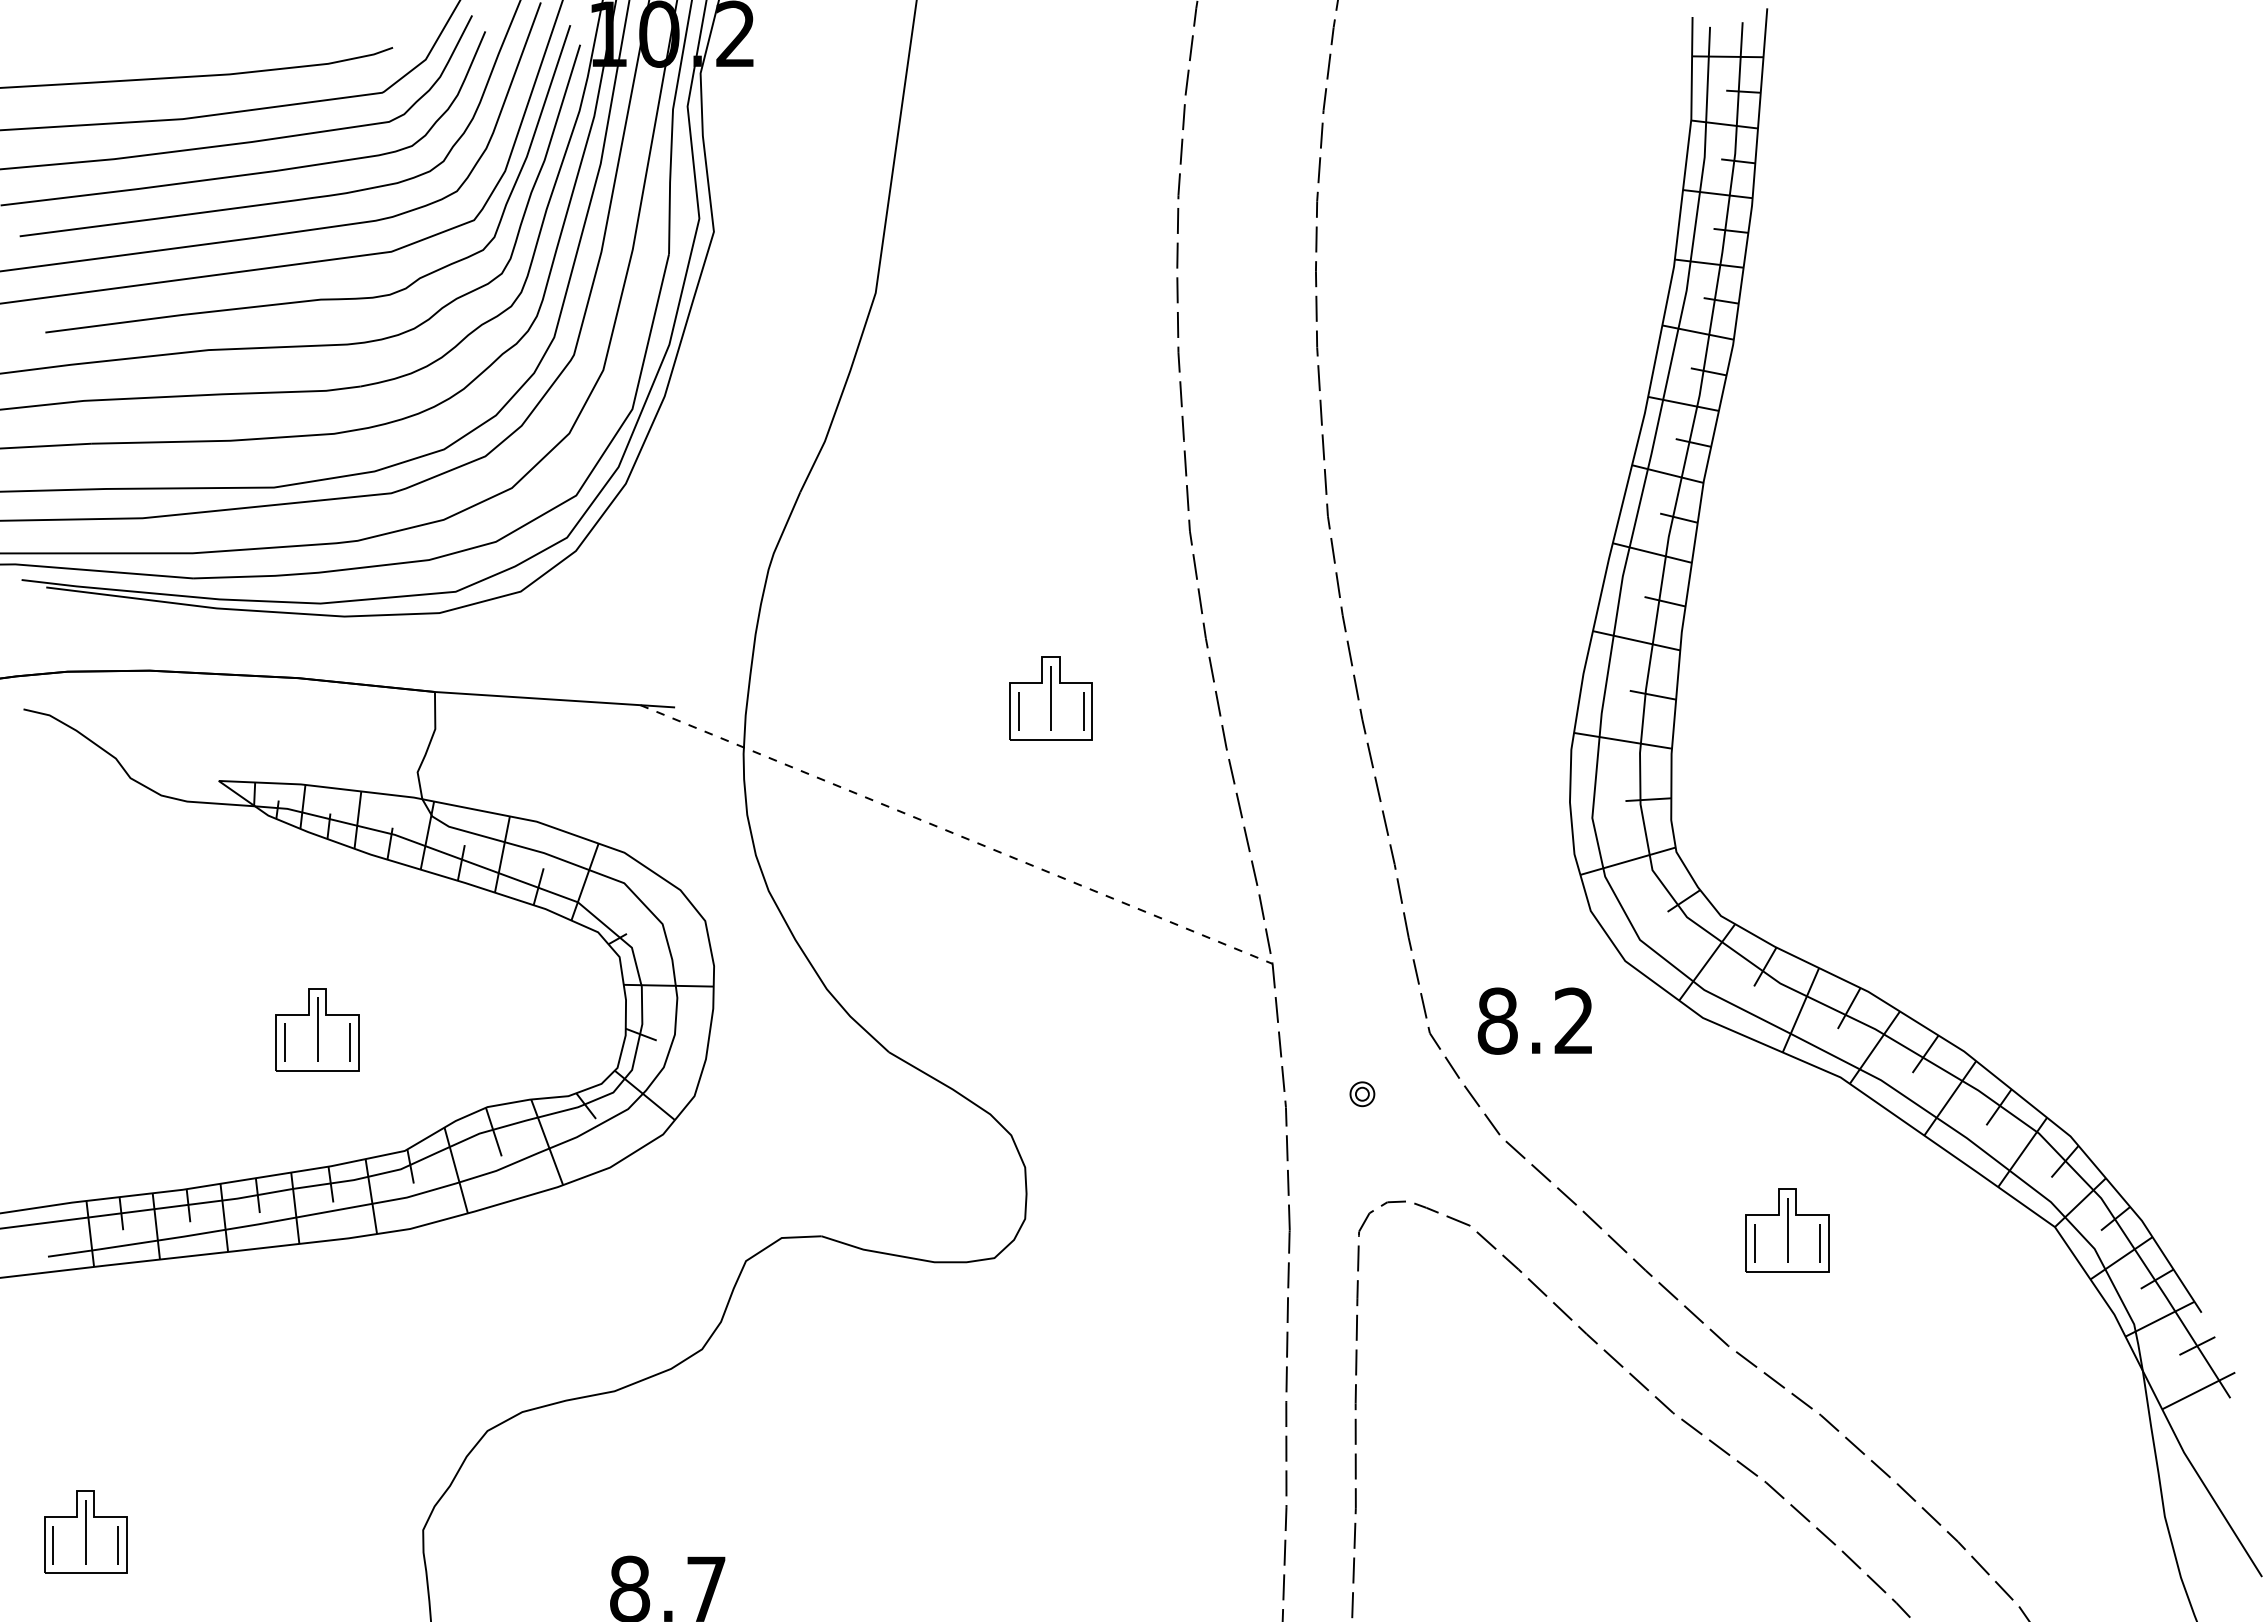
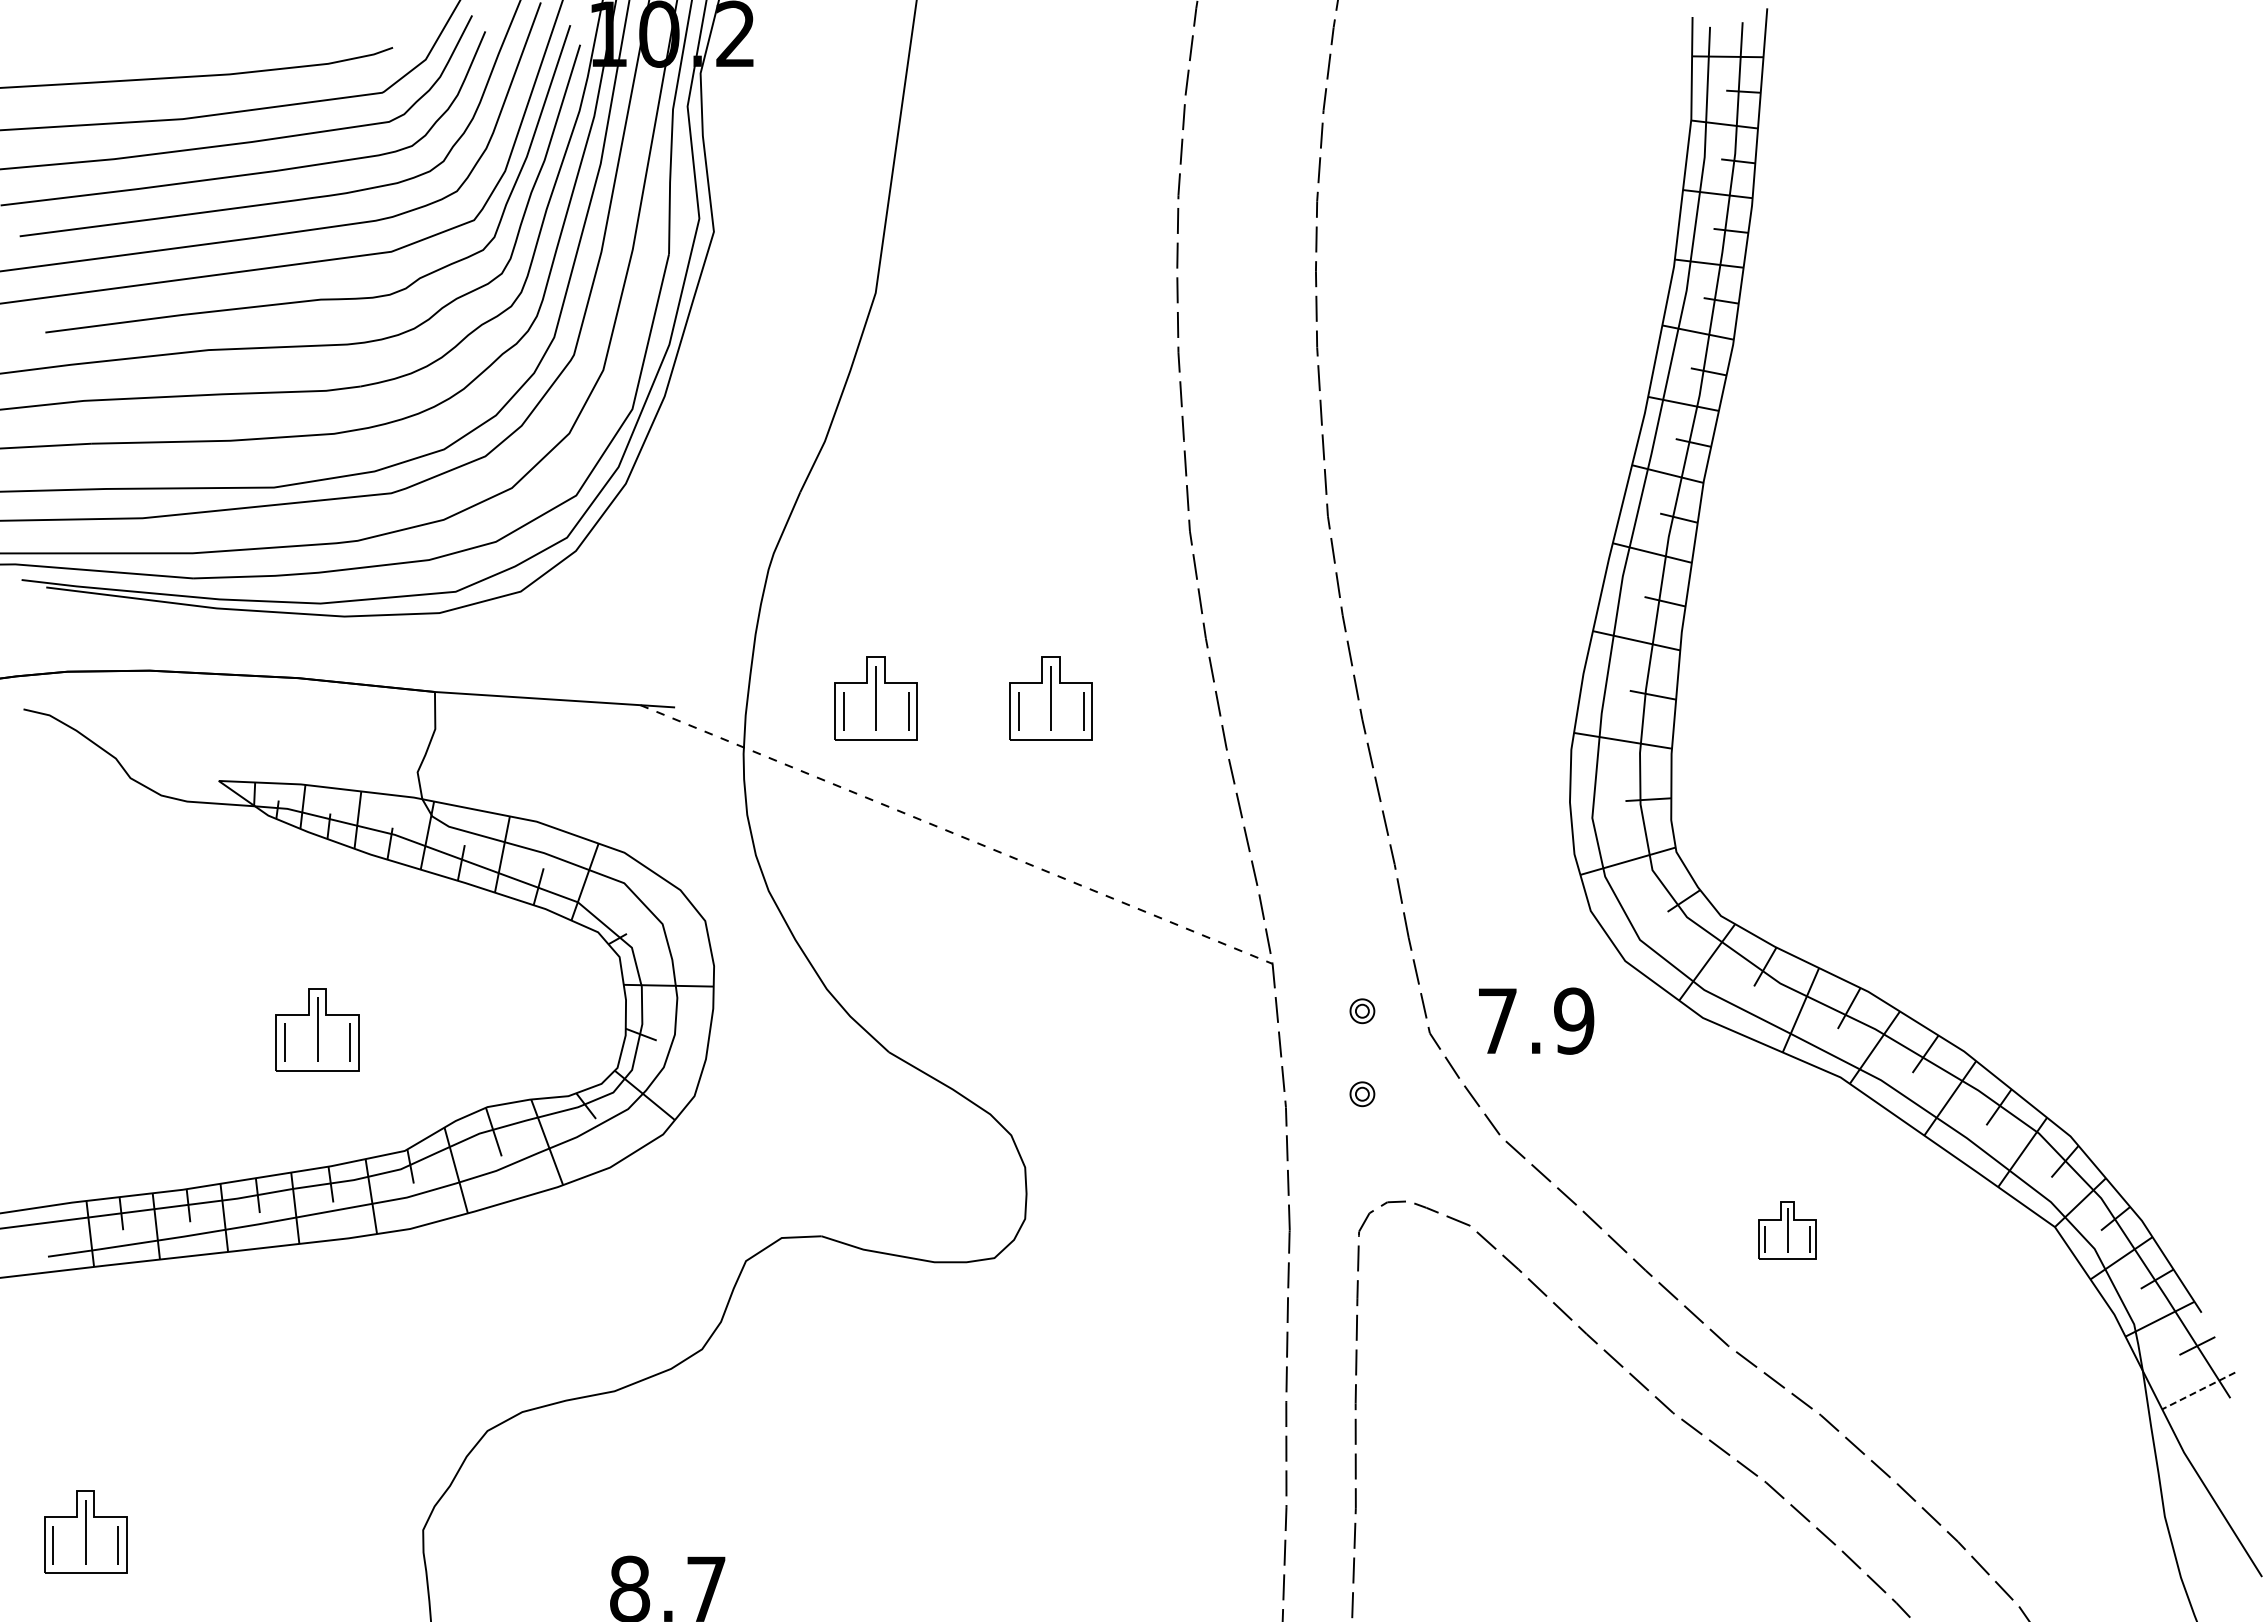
part at (875, 698): none -> present
part at (1362, 1011): none -> present
text at (1535, 1020): 8.2 -> 7.9
part at (1787, 1230) size: 85x85 px -> 59x59 px
line at (2198, 1390): solid -> dashed
